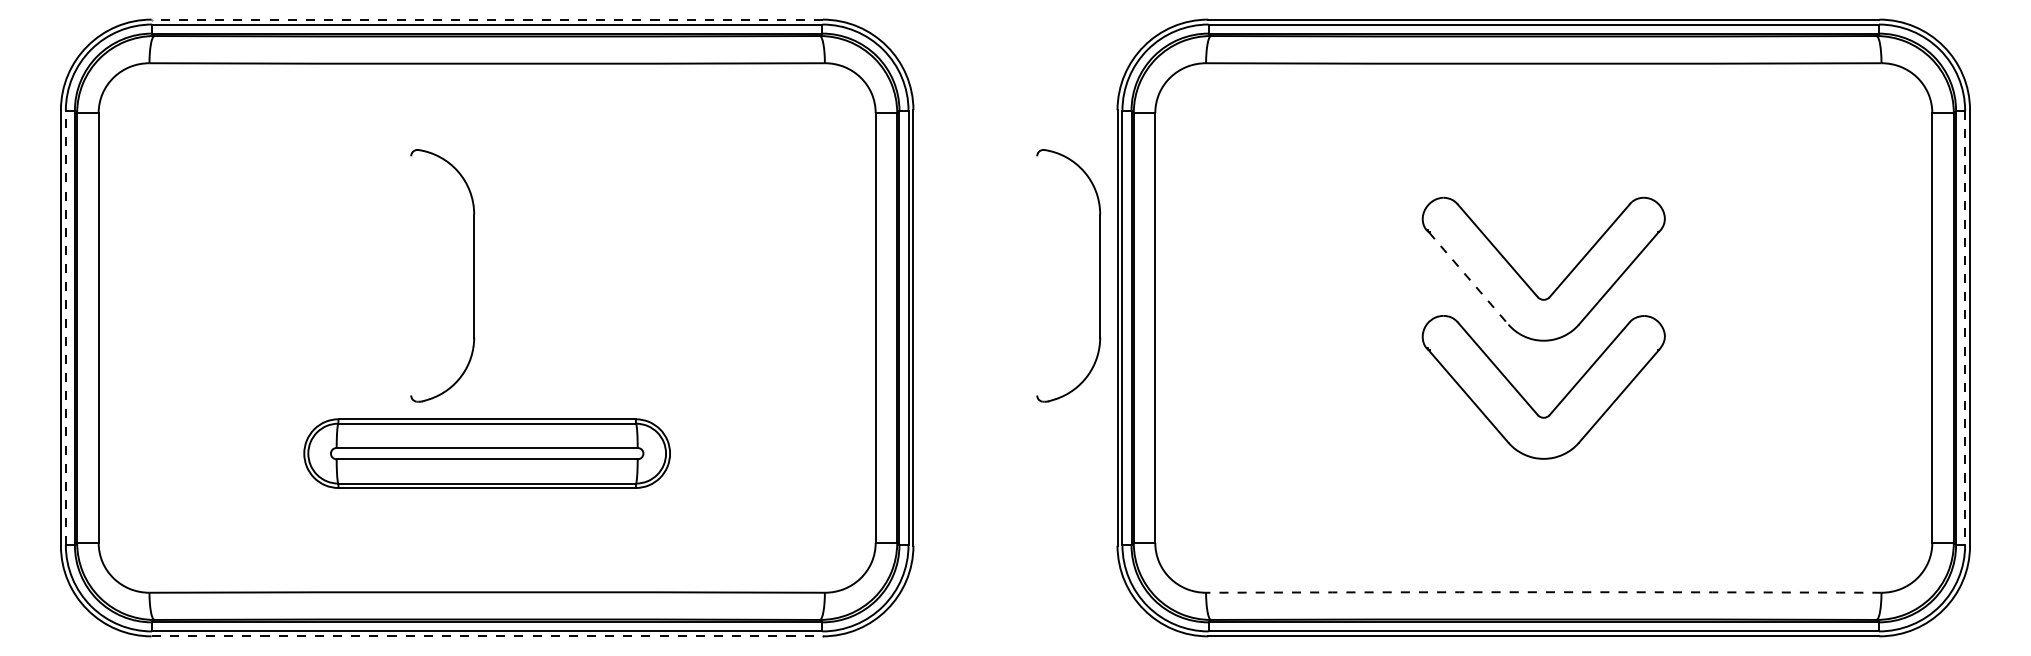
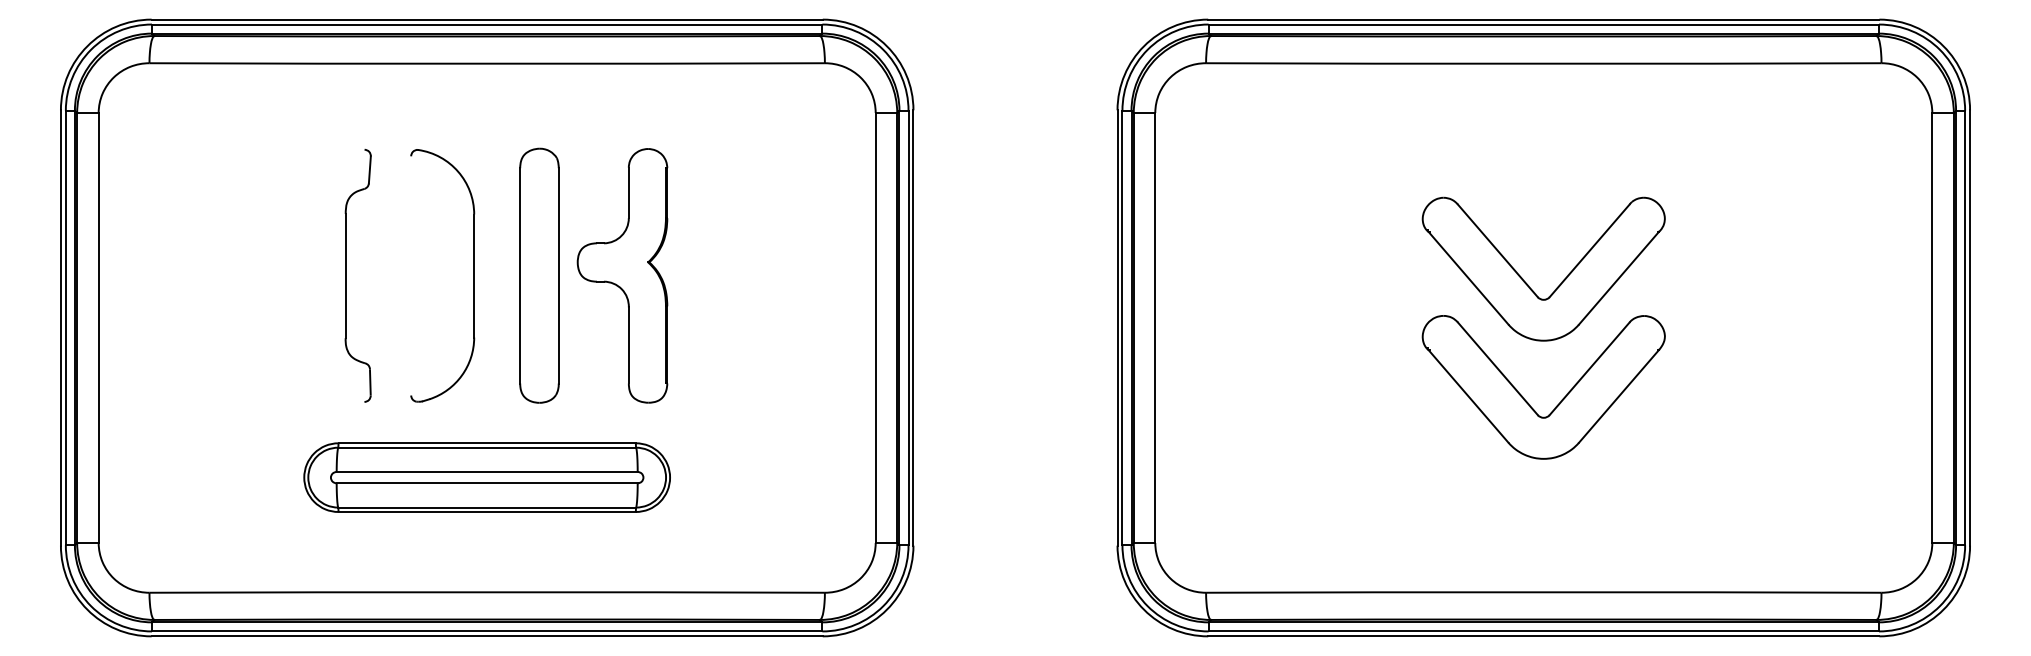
line at (487, 19): dashed -> solid
part at (346, 275): none -> present
part at (539, 275): none -> present
part at (622, 275): none -> present
part at (1099, 275): present -> none
line at (1468, 278): dashed -> solid
line at (65, 327): dashed -> solid
line at (1965, 328): dashed -> solid
part at (486, 453) position: (486, 453) -> (486, 477)
arc at (1543, 592): dashed -> solid
line at (487, 636): dashed -> solid
